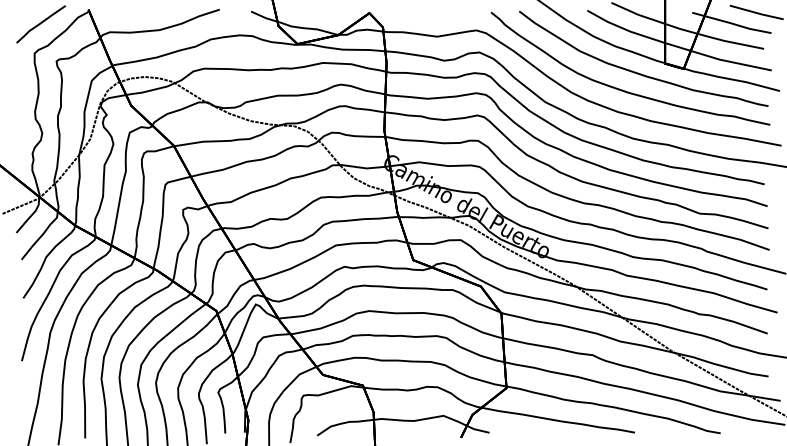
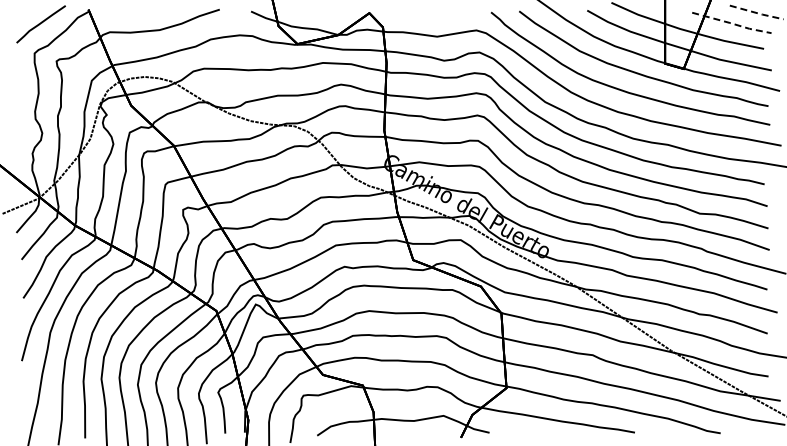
line at (757, 13): solid -> dashed
line at (731, 23): solid -> dashed
